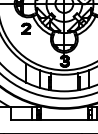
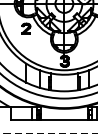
line at (49, 133): solid -> dashed
